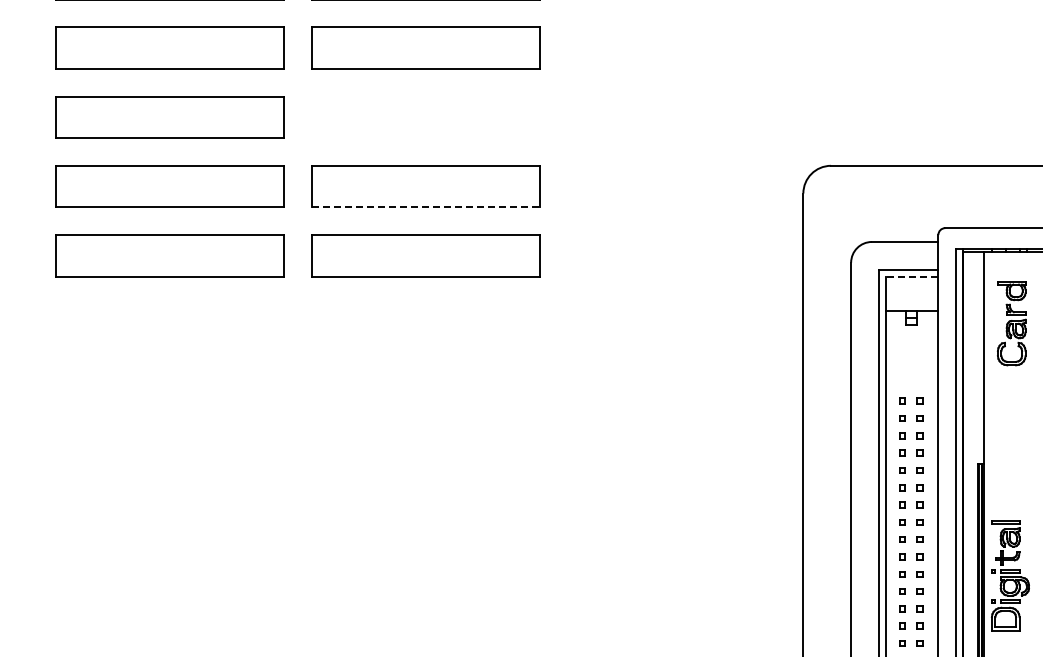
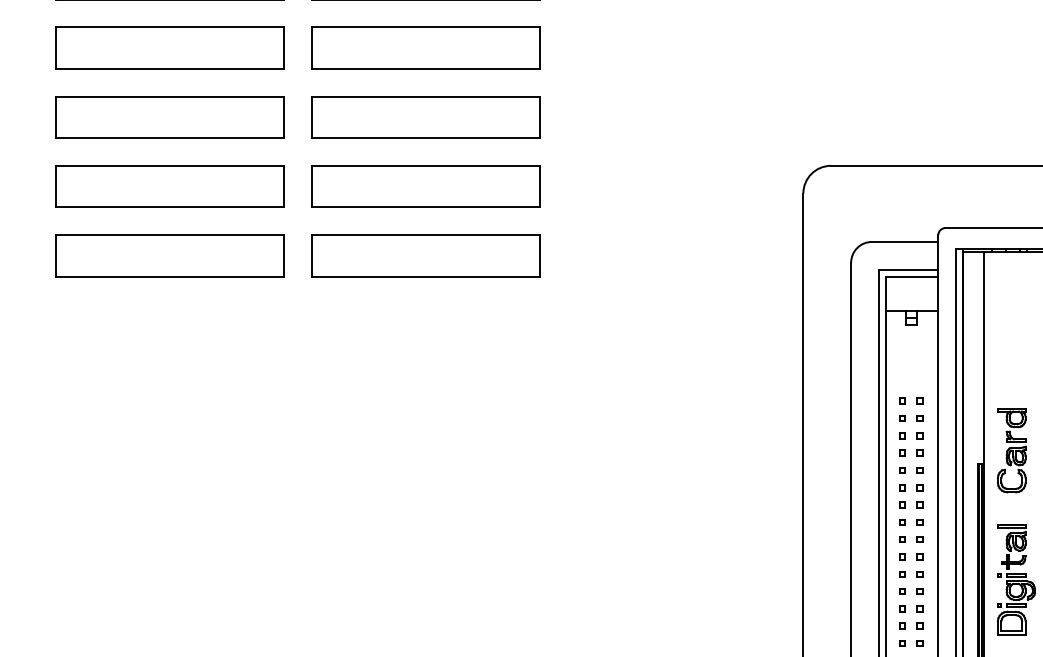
part at (425, 117): none -> present
line at (426, 207): dashed -> solid
line at (911, 276): dashed -> solid
part at (1011, 323) position: (1011, 323) -> (1011, 450)
part at (1010, 575) position: (1010, 575) -> (1016, 579)
